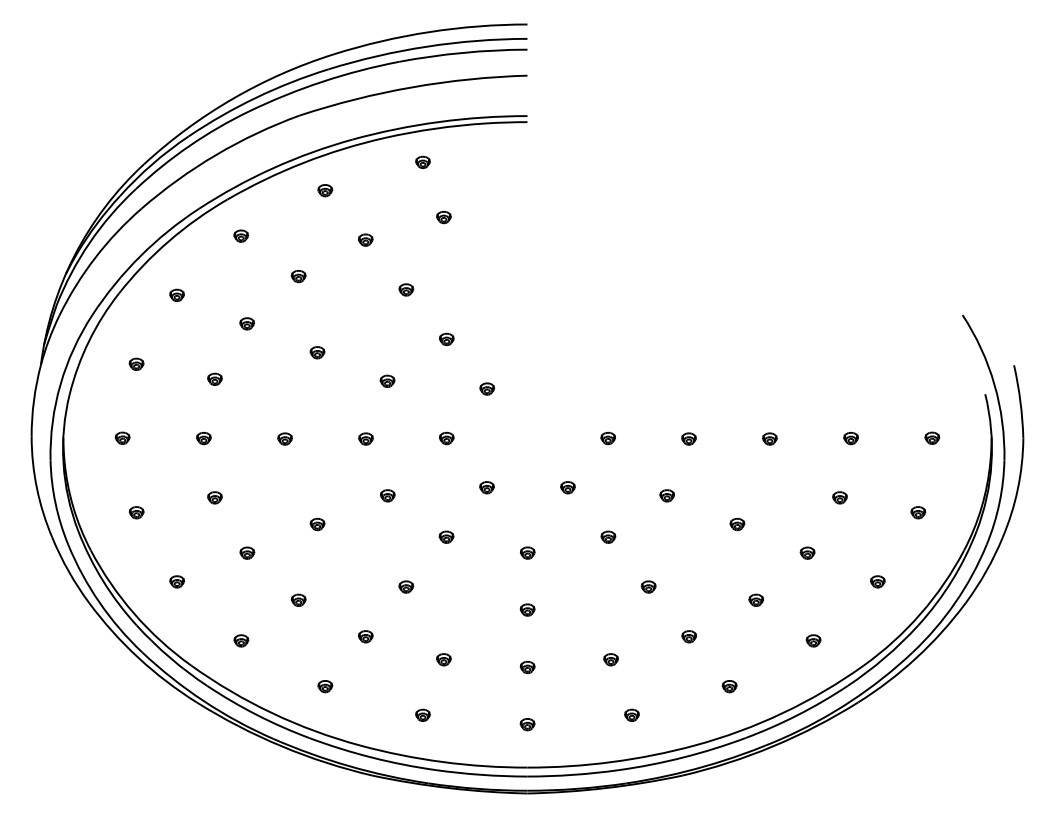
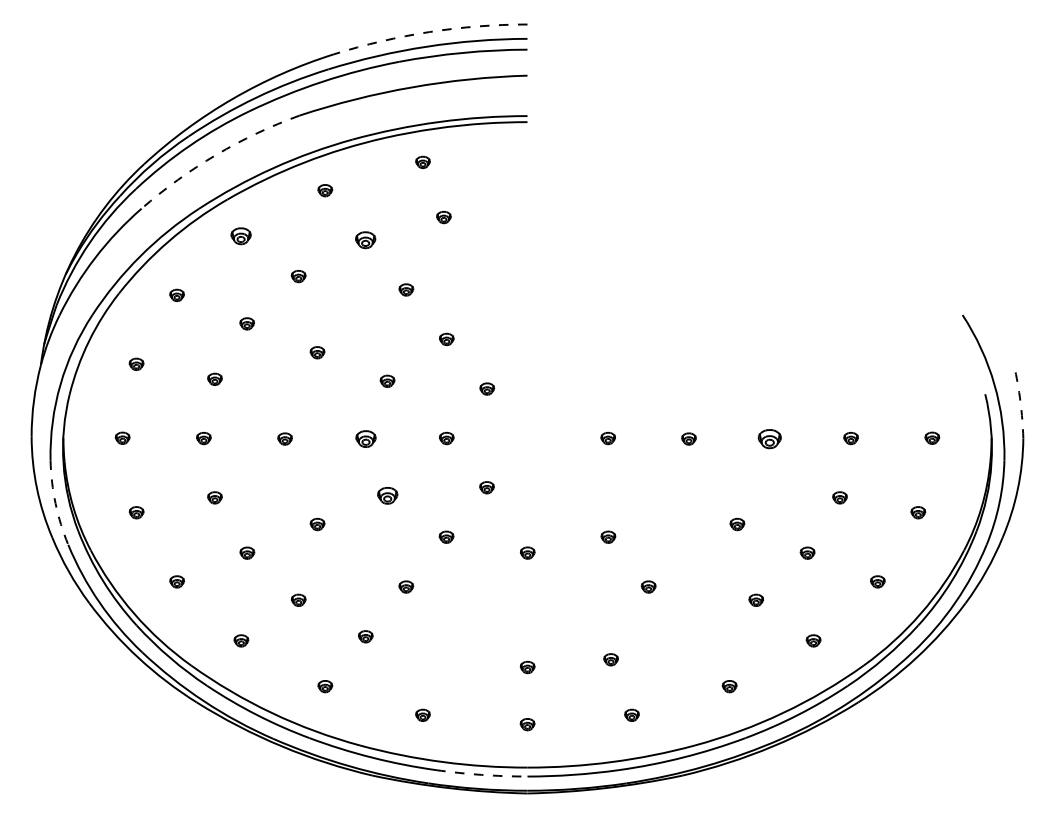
arc at (429, 32): solid -> dashed
arc at (216, 154): solid -> dashed
part at (241, 235) size: 17x14 px -> 22x19 px
part at (365, 239) size: 16x14 px -> 22x19 px
arc at (1020, 401): solid -> dashed
part at (365, 438) size: 16x14 px -> 22x18 px
part at (769, 438) size: 16x14 px -> 25x21 px
part at (567, 487): present -> none
part at (387, 495) size: 16x14 px -> 22x18 px
part at (666, 495): present -> none
arc at (55, 503): solid -> dashed
part at (527, 609): present -> none
part at (688, 636): present -> none
part at (443, 659): present -> none
arc at (481, 774): solid -> dashed
